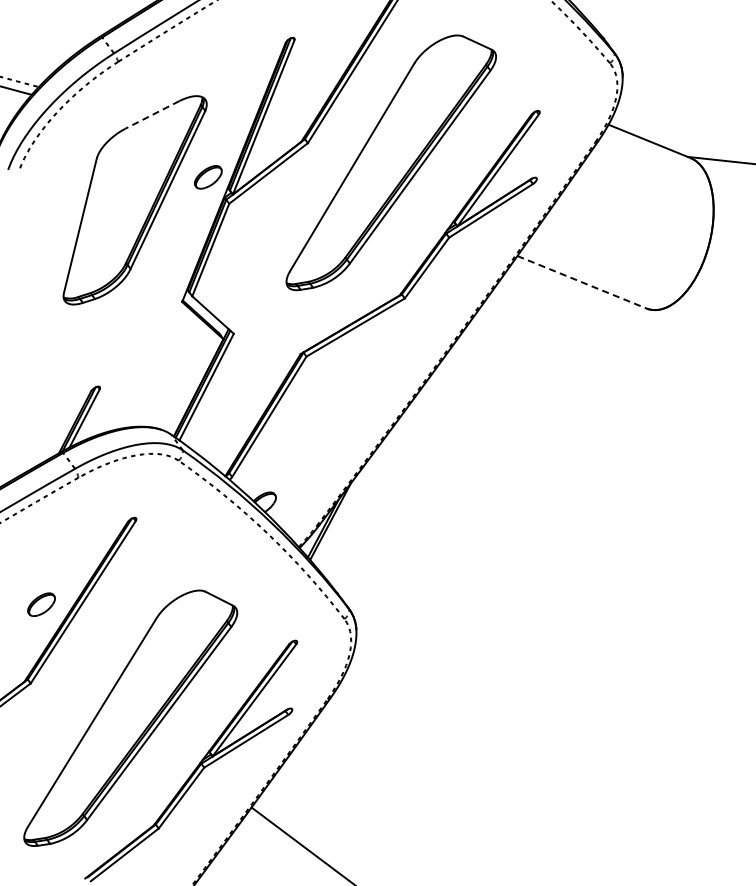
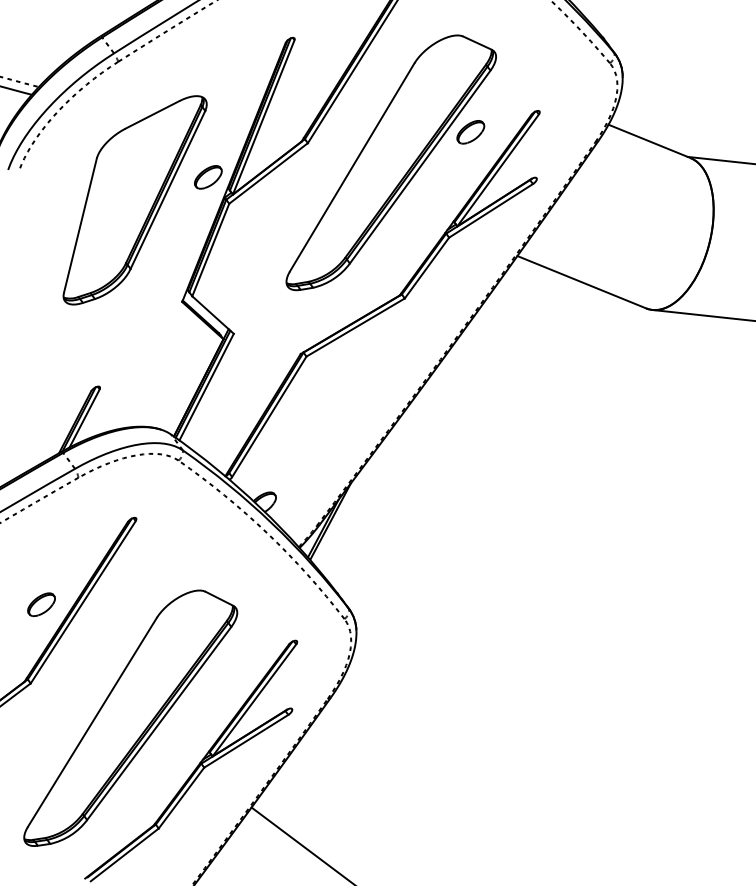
line at (151, 115): dashed -> solid
part at (470, 132): none -> present
line at (581, 282): dashed -> solid
line at (702, 314): none -> present
